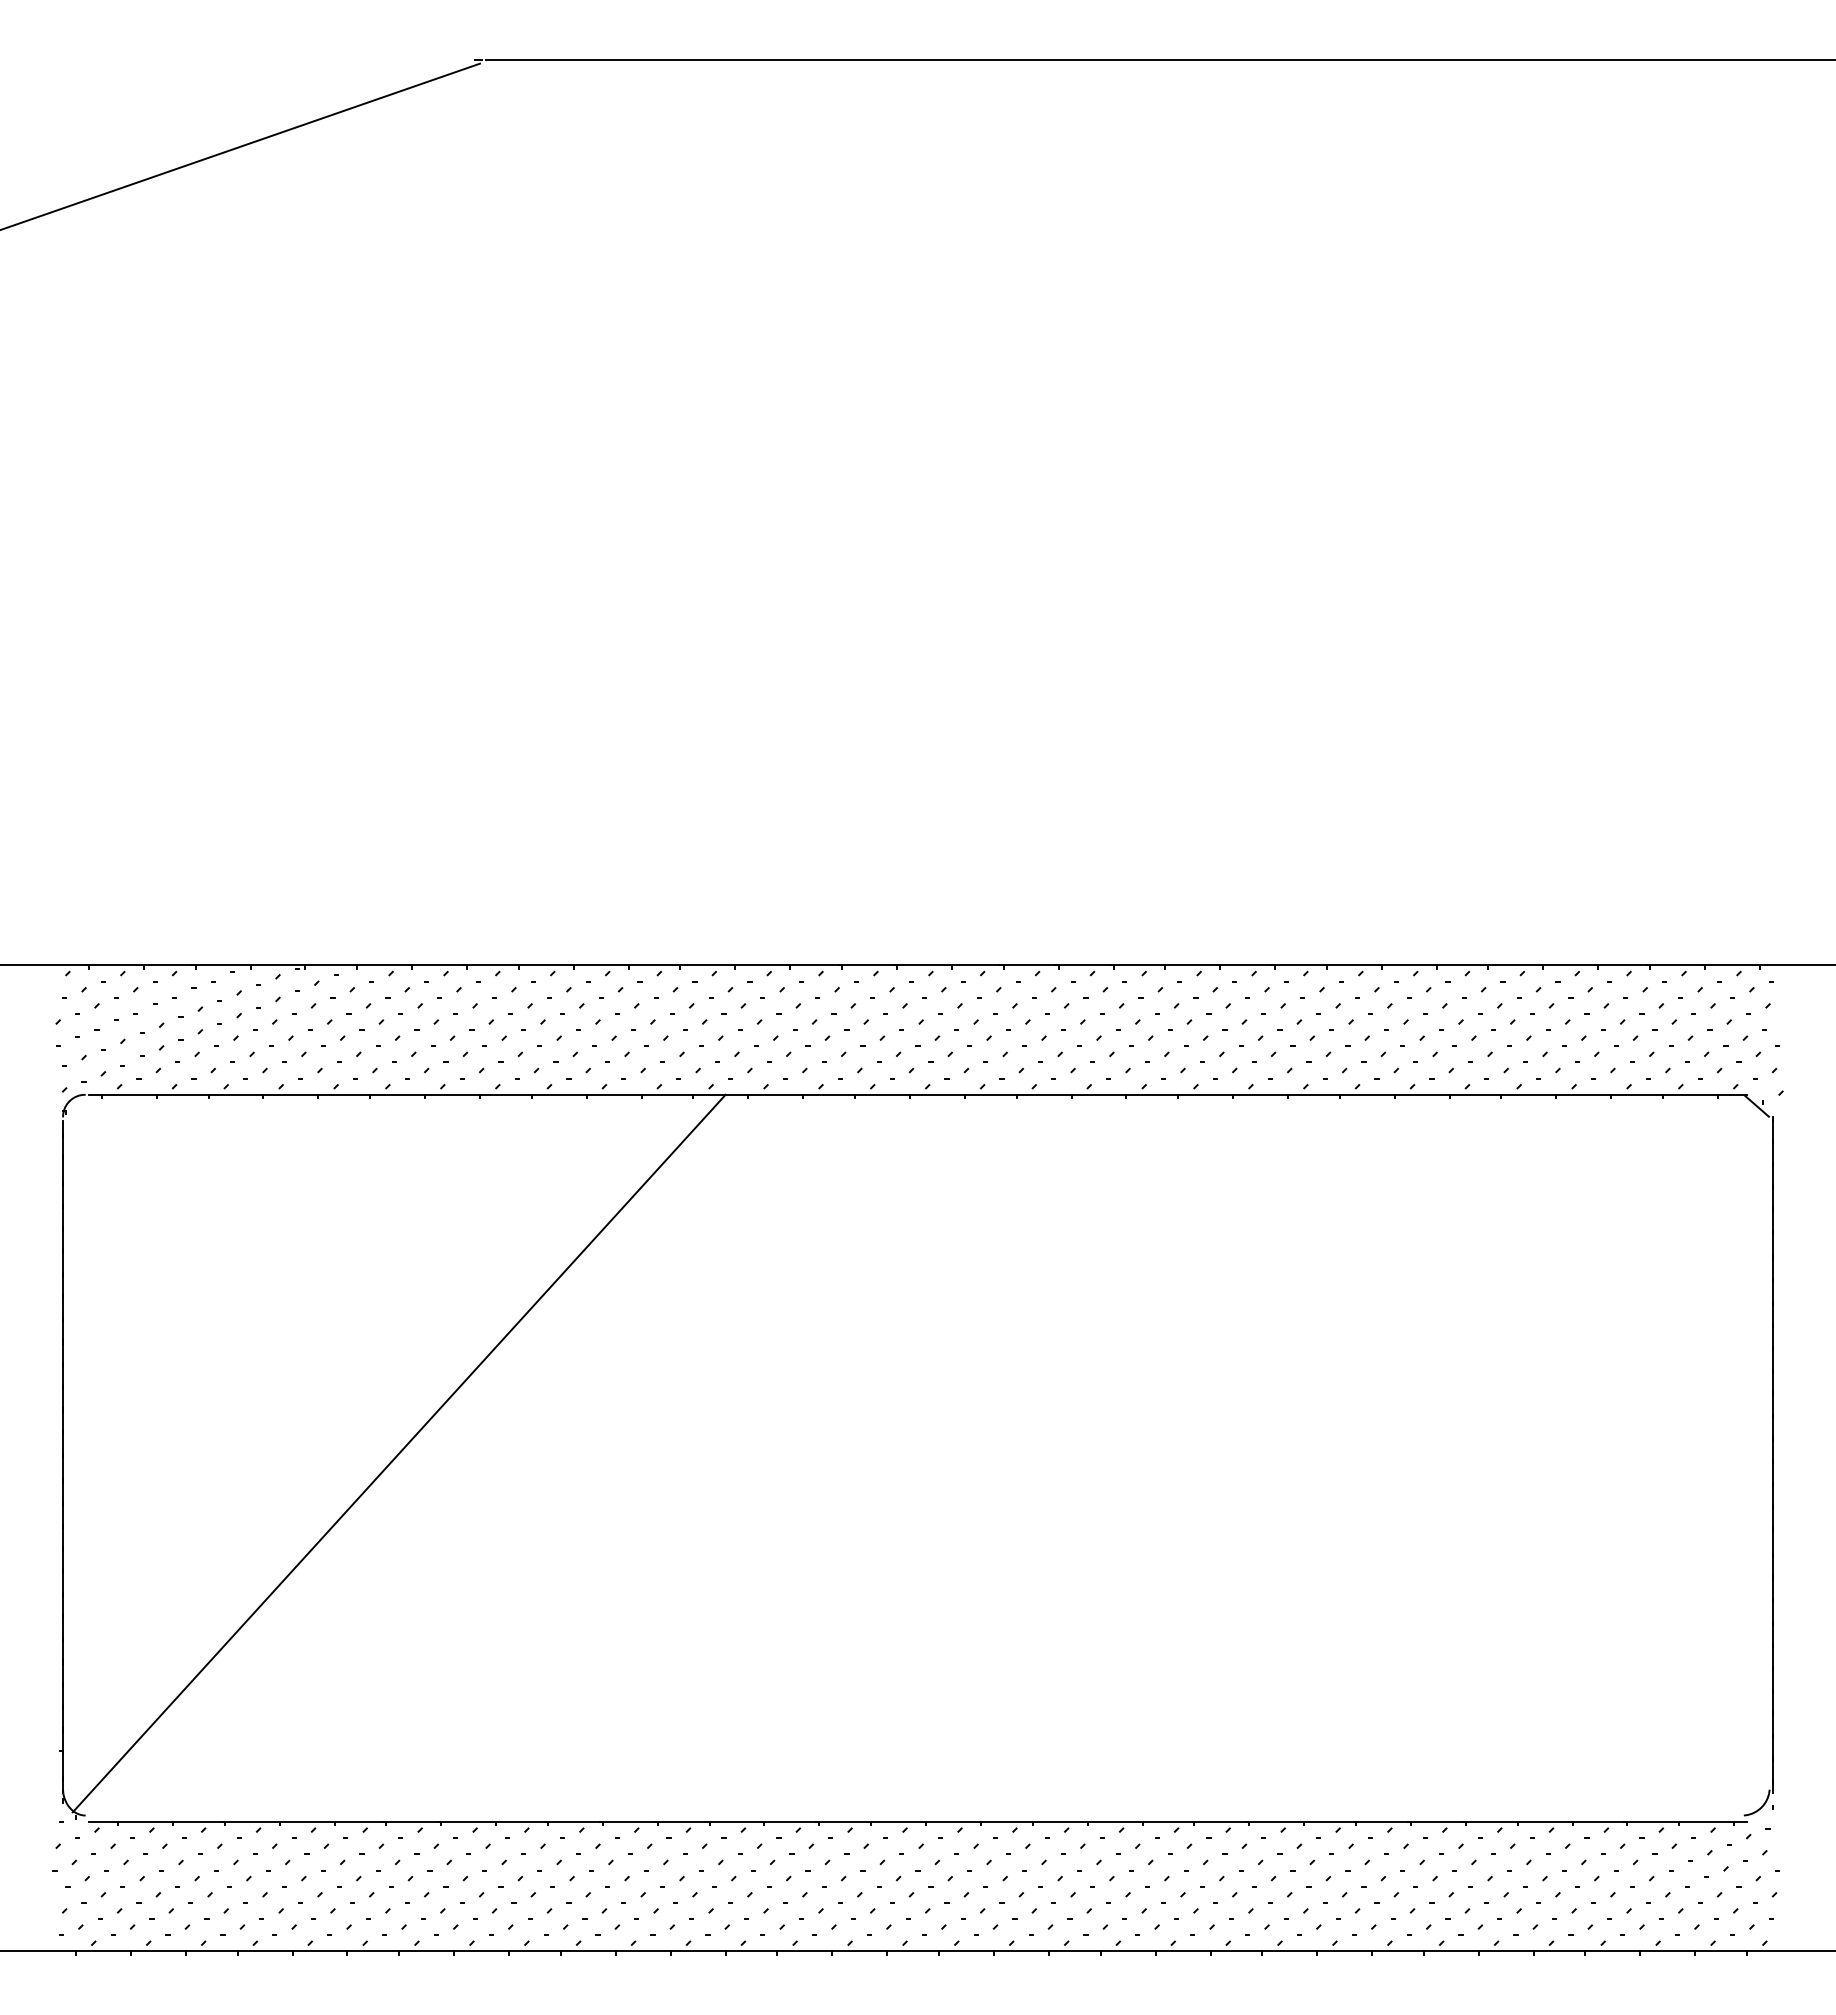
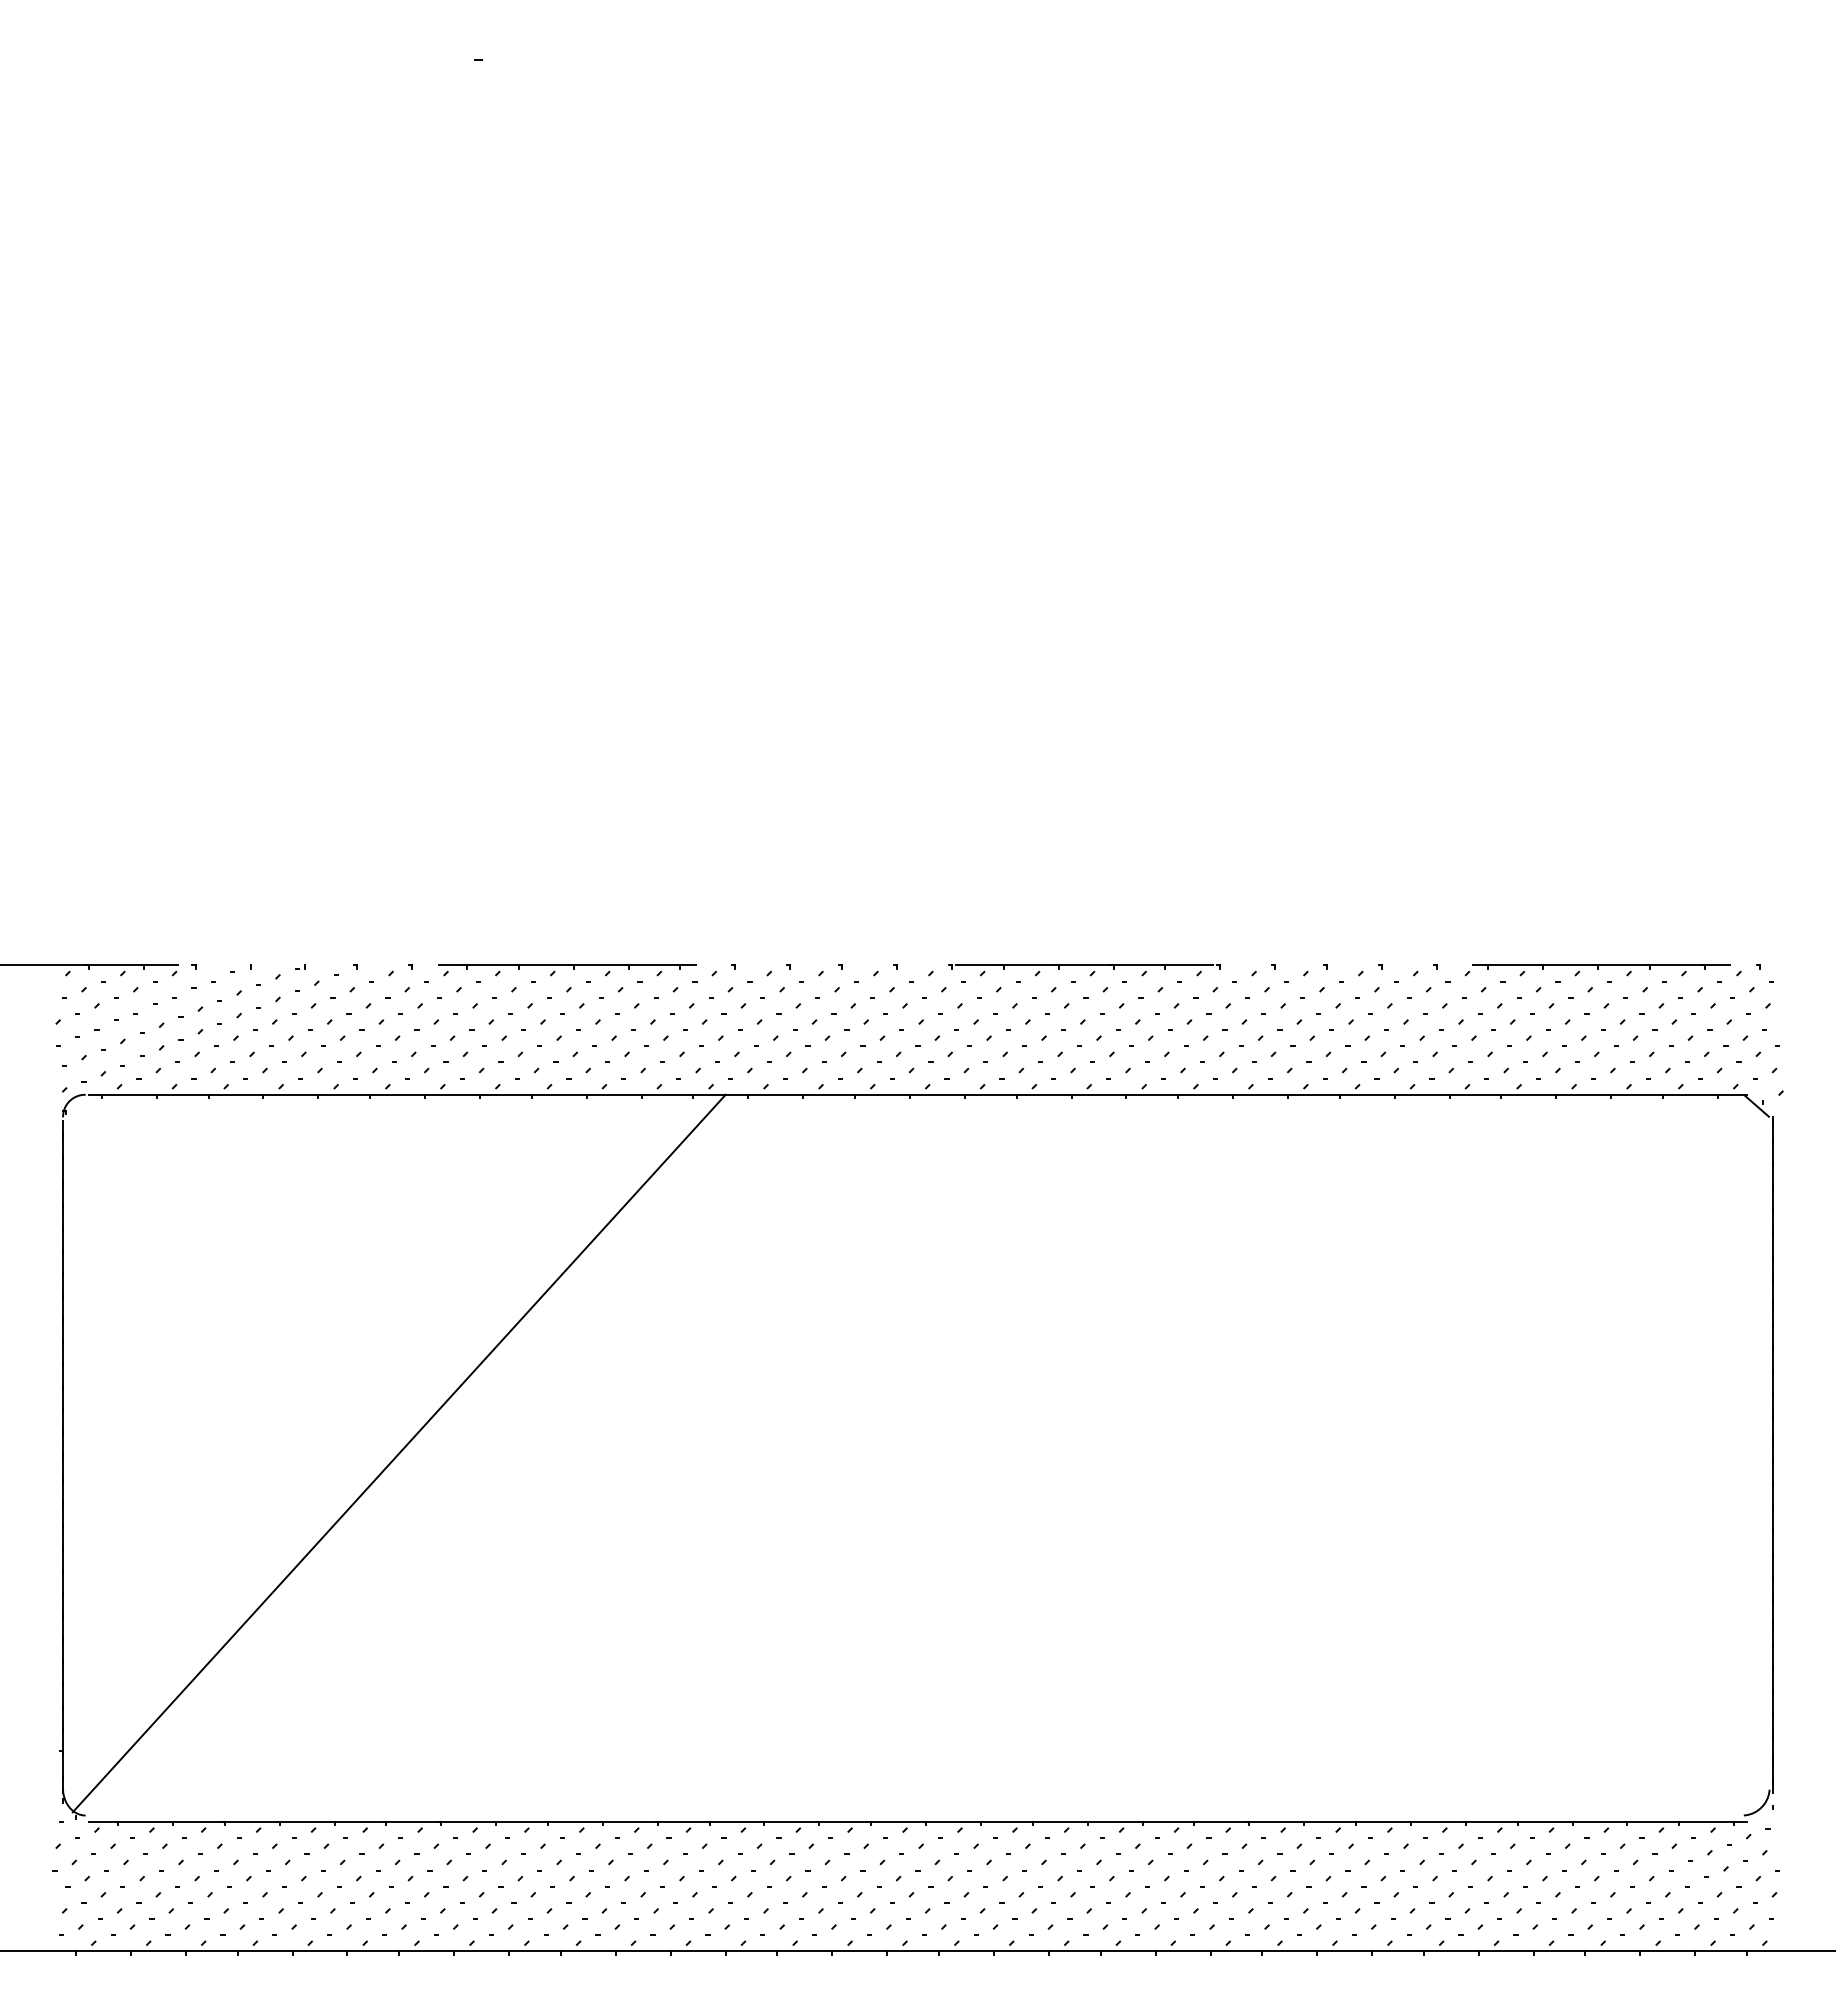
line at (1159, 60): present -> none
line at (241, 146): present -> none
line at (917, 965): solid -> dashed
